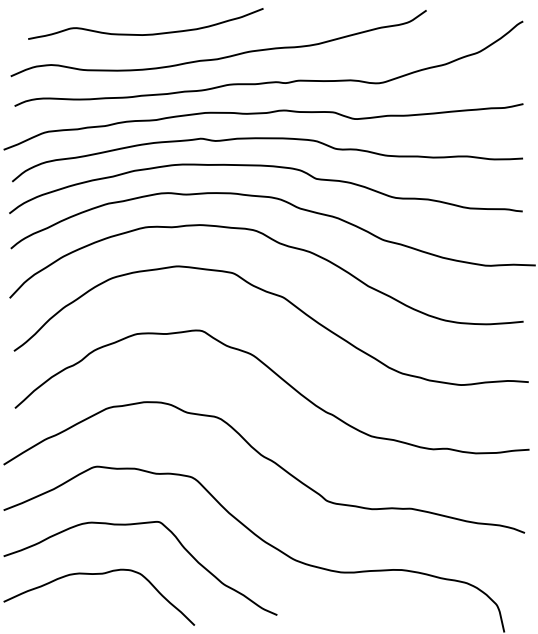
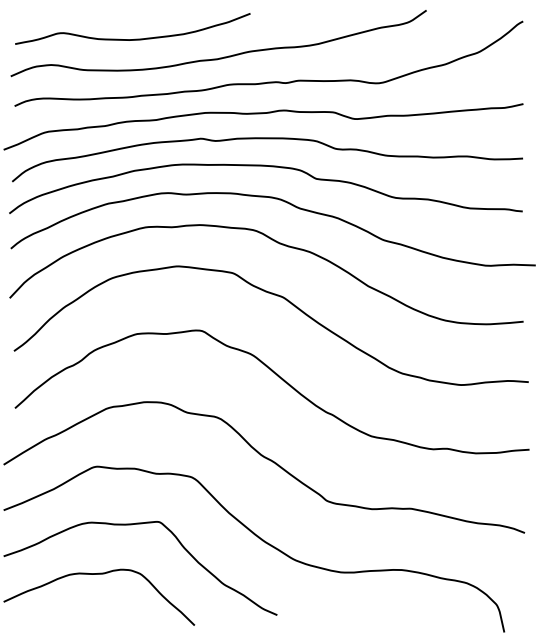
curve at (148, 33) position: (148, 33) -> (135, 38)
